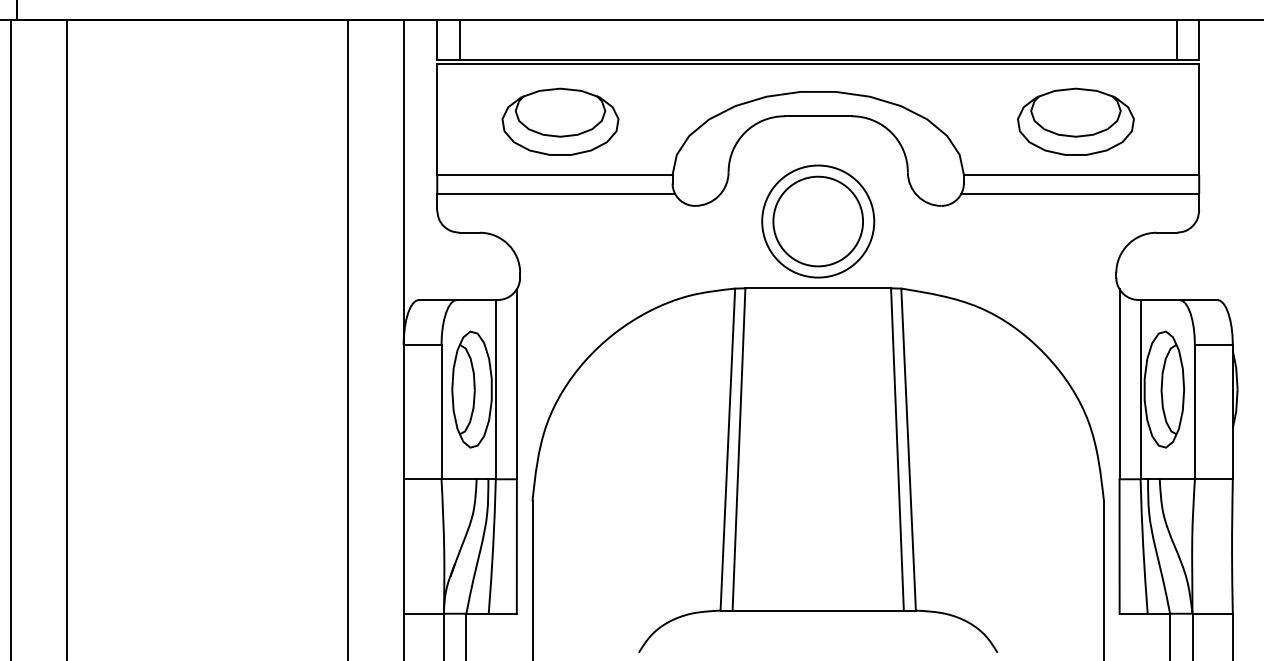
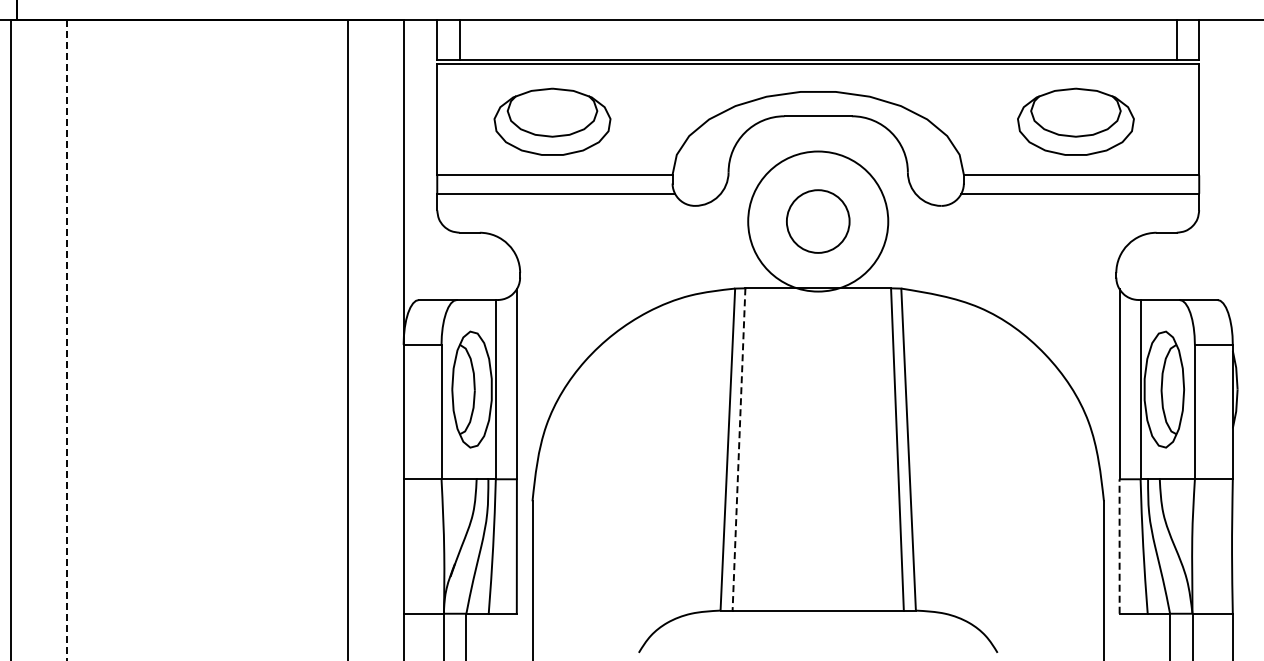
part at (560, 121) position: (560, 121) -> (552, 121)
circle at (818, 221) diameter: 112 px -> 140 px
circle at (818, 221) diameter: 90 px -> 63 px
line at (67, 340): solid -> dashed
line at (738, 449): solid -> dashed
line at (1119, 546): solid -> dashed
